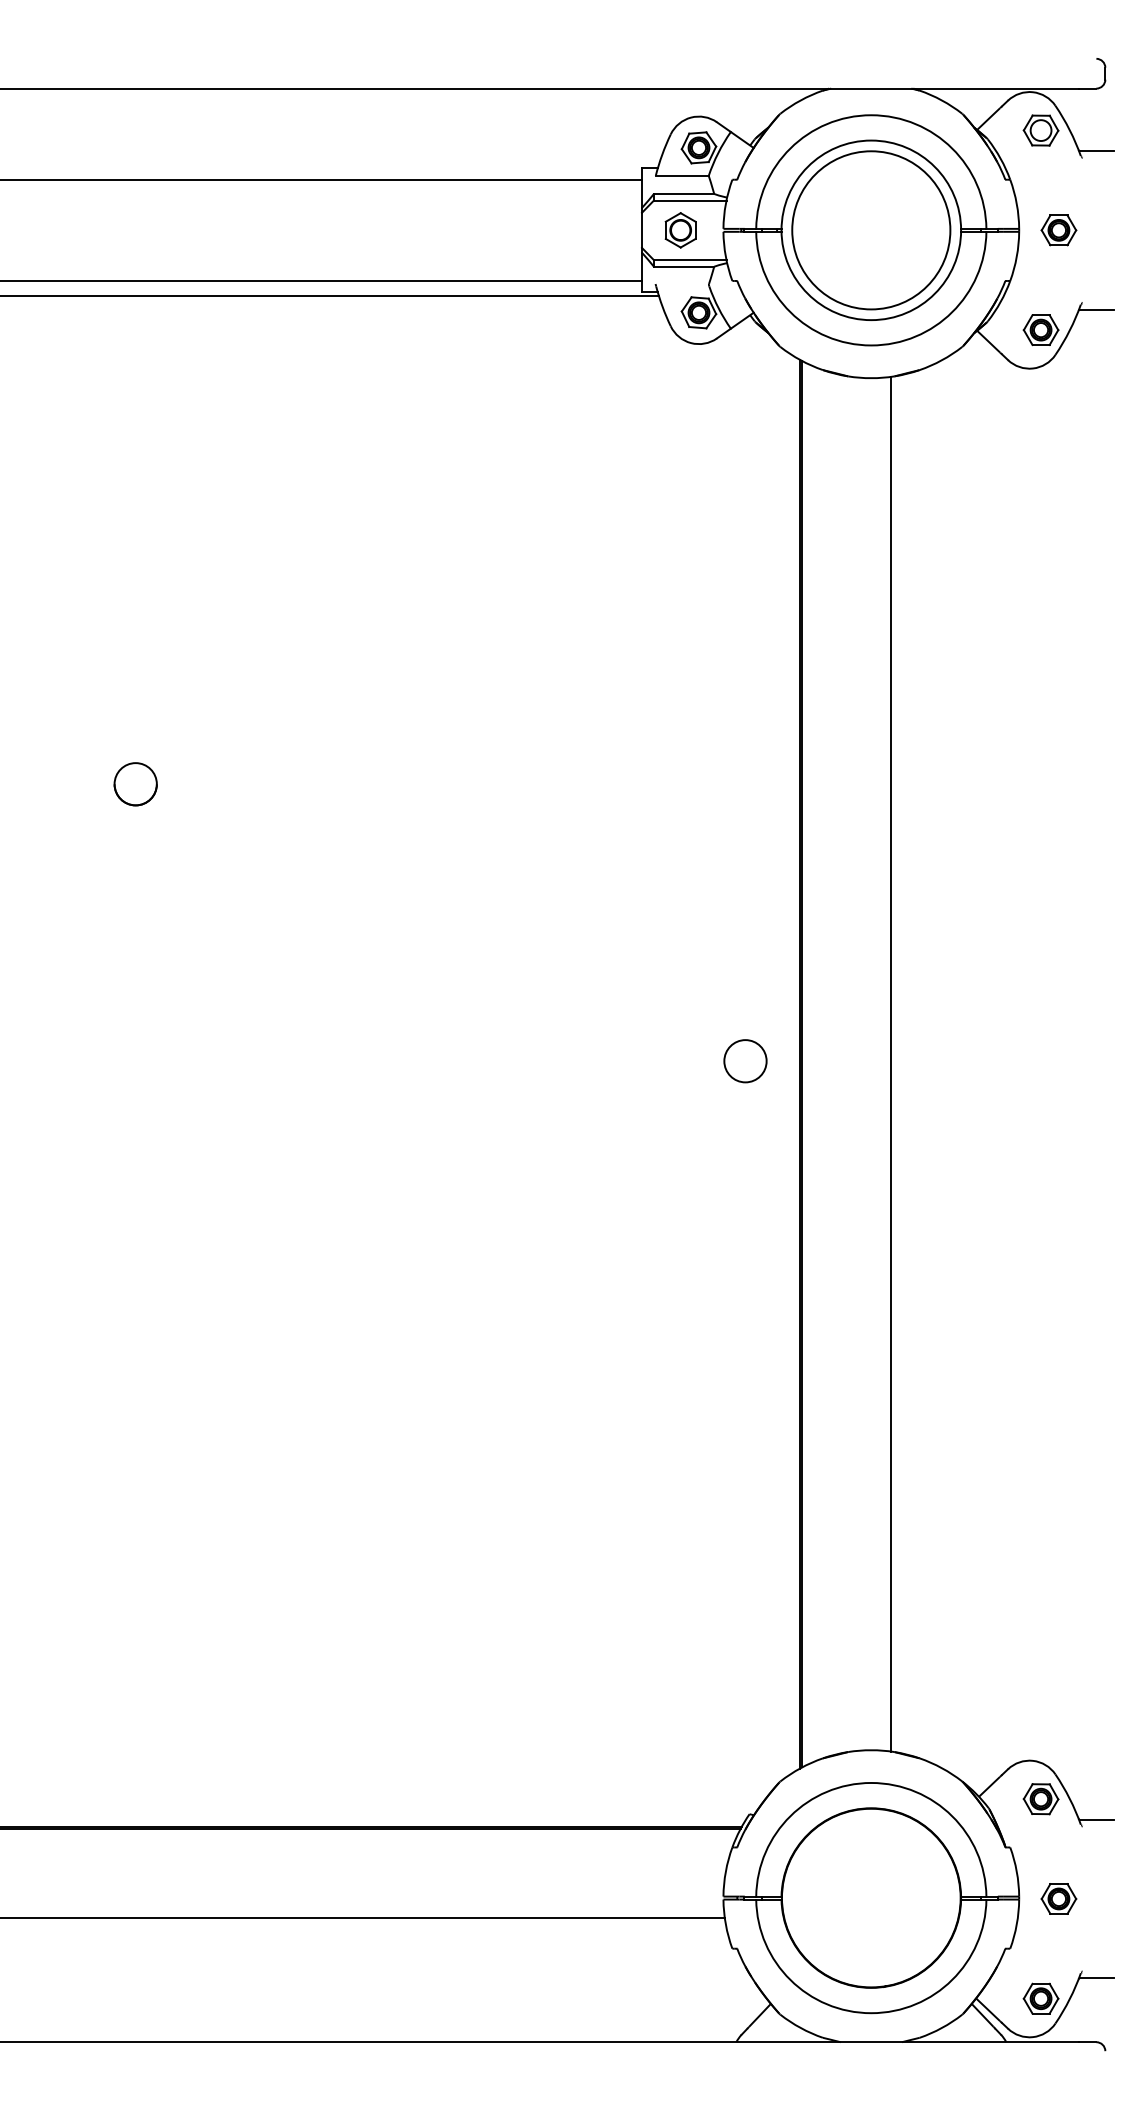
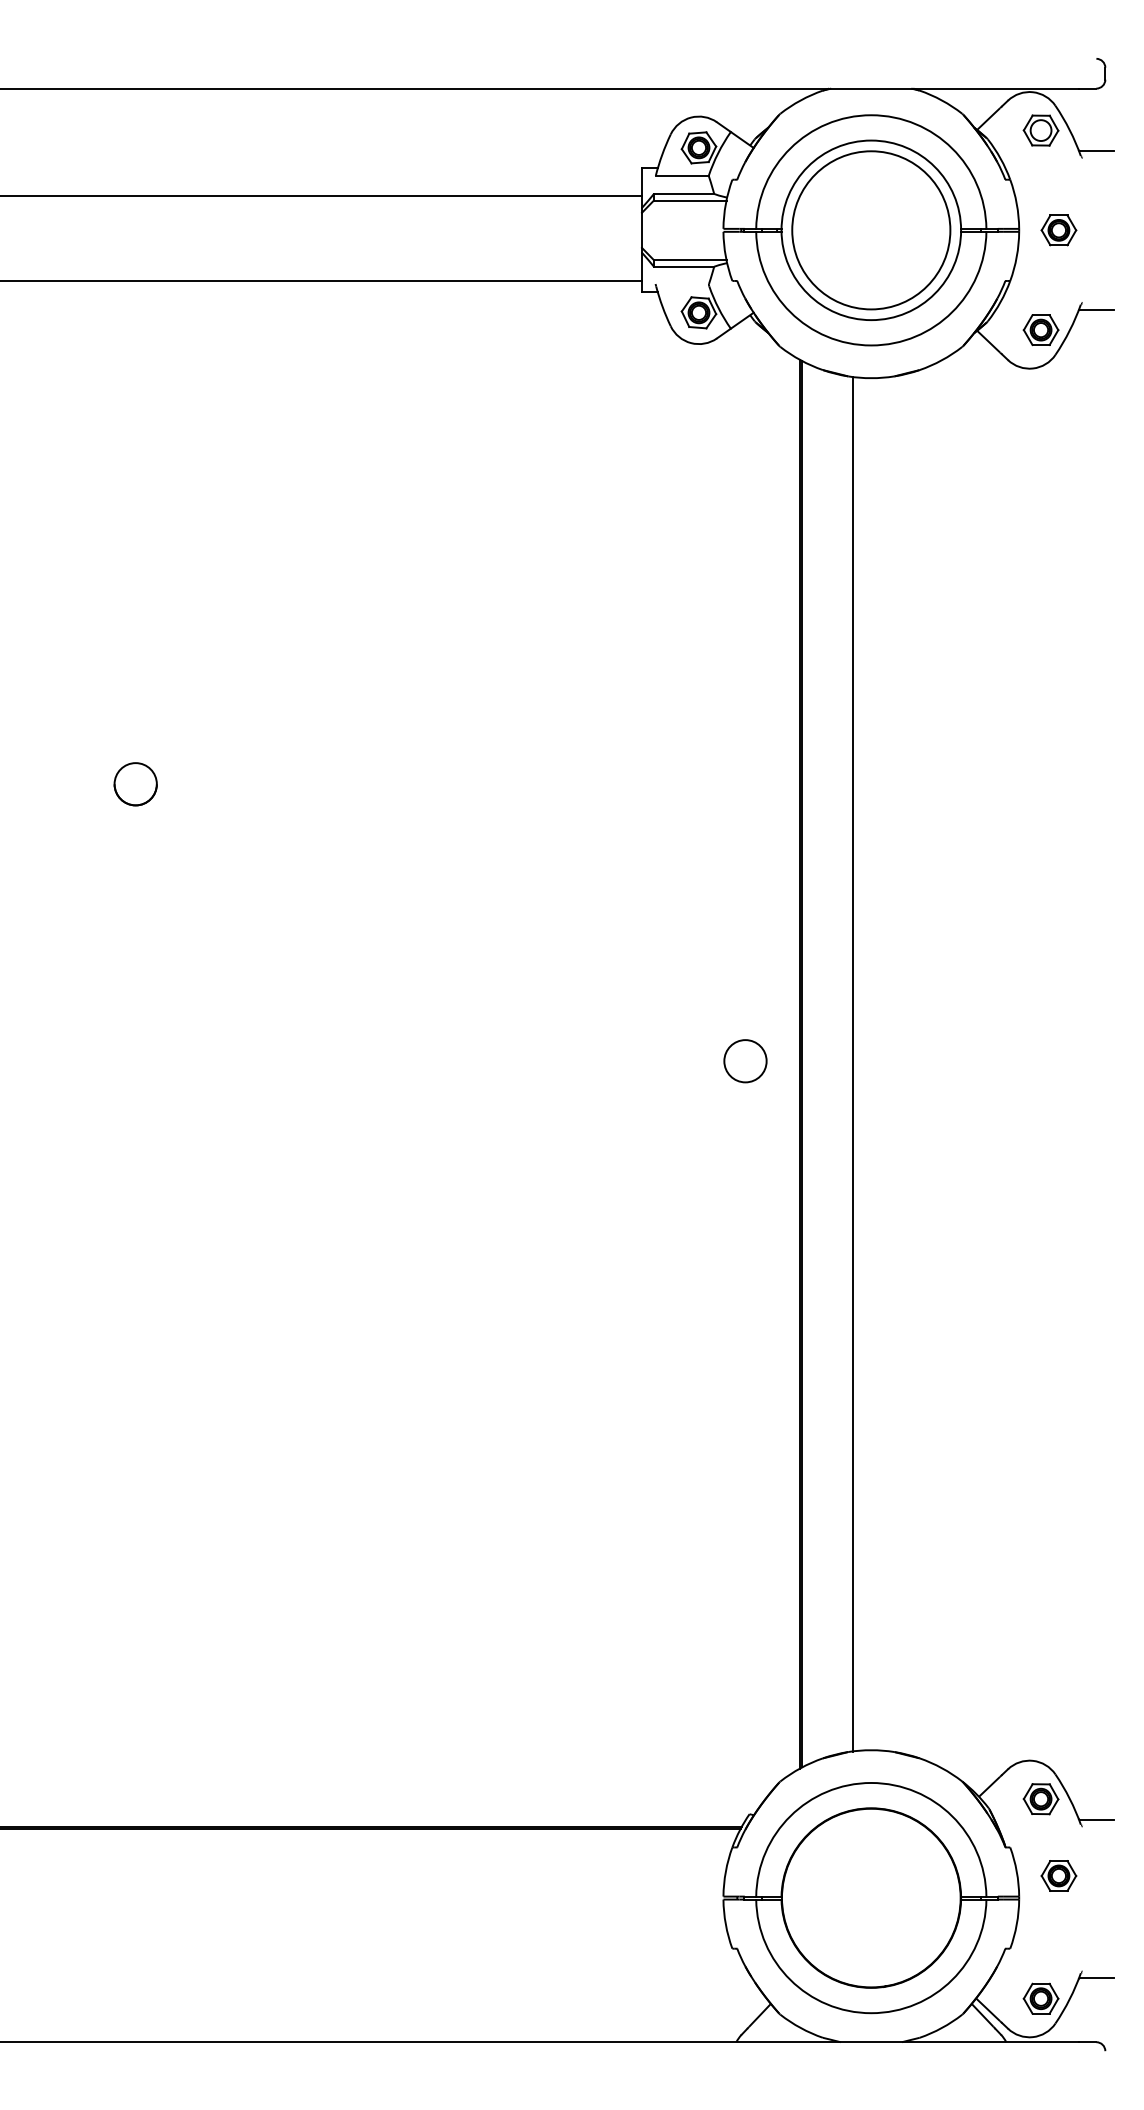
line at (322, 180) position: (322, 180) -> (322, 196)
part at (680, 230): present -> none
line at (330, 295): present -> none
line at (891, 1063) position: (891, 1063) -> (853, 1063)
part at (1058, 1898) position: (1058, 1898) -> (1058, 1875)
line at (363, 1918): present -> none
